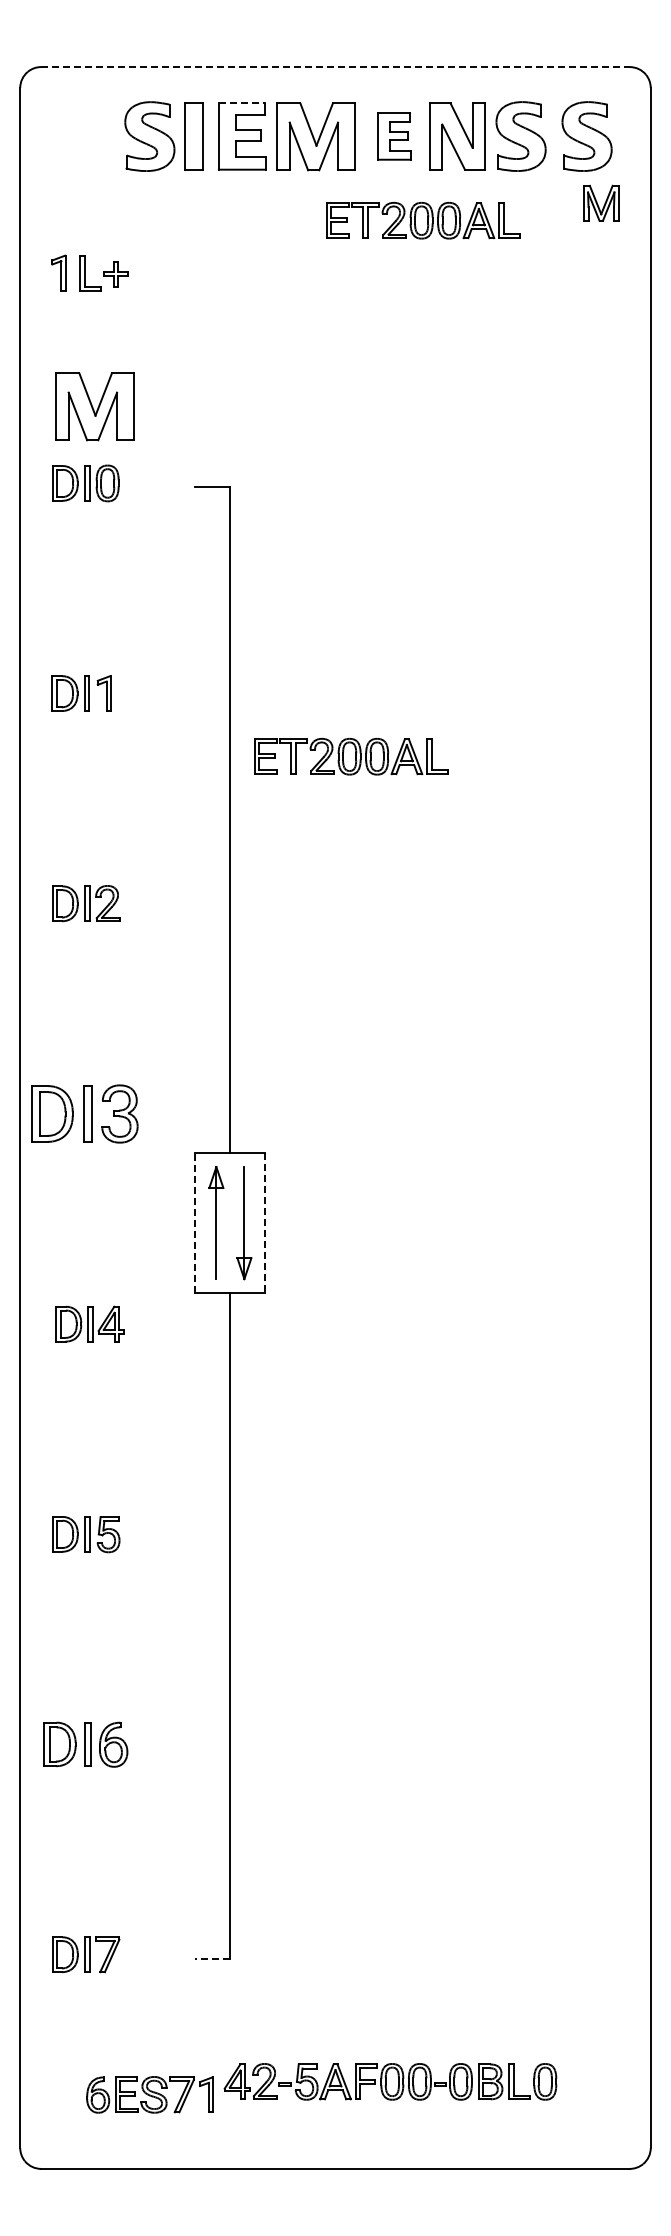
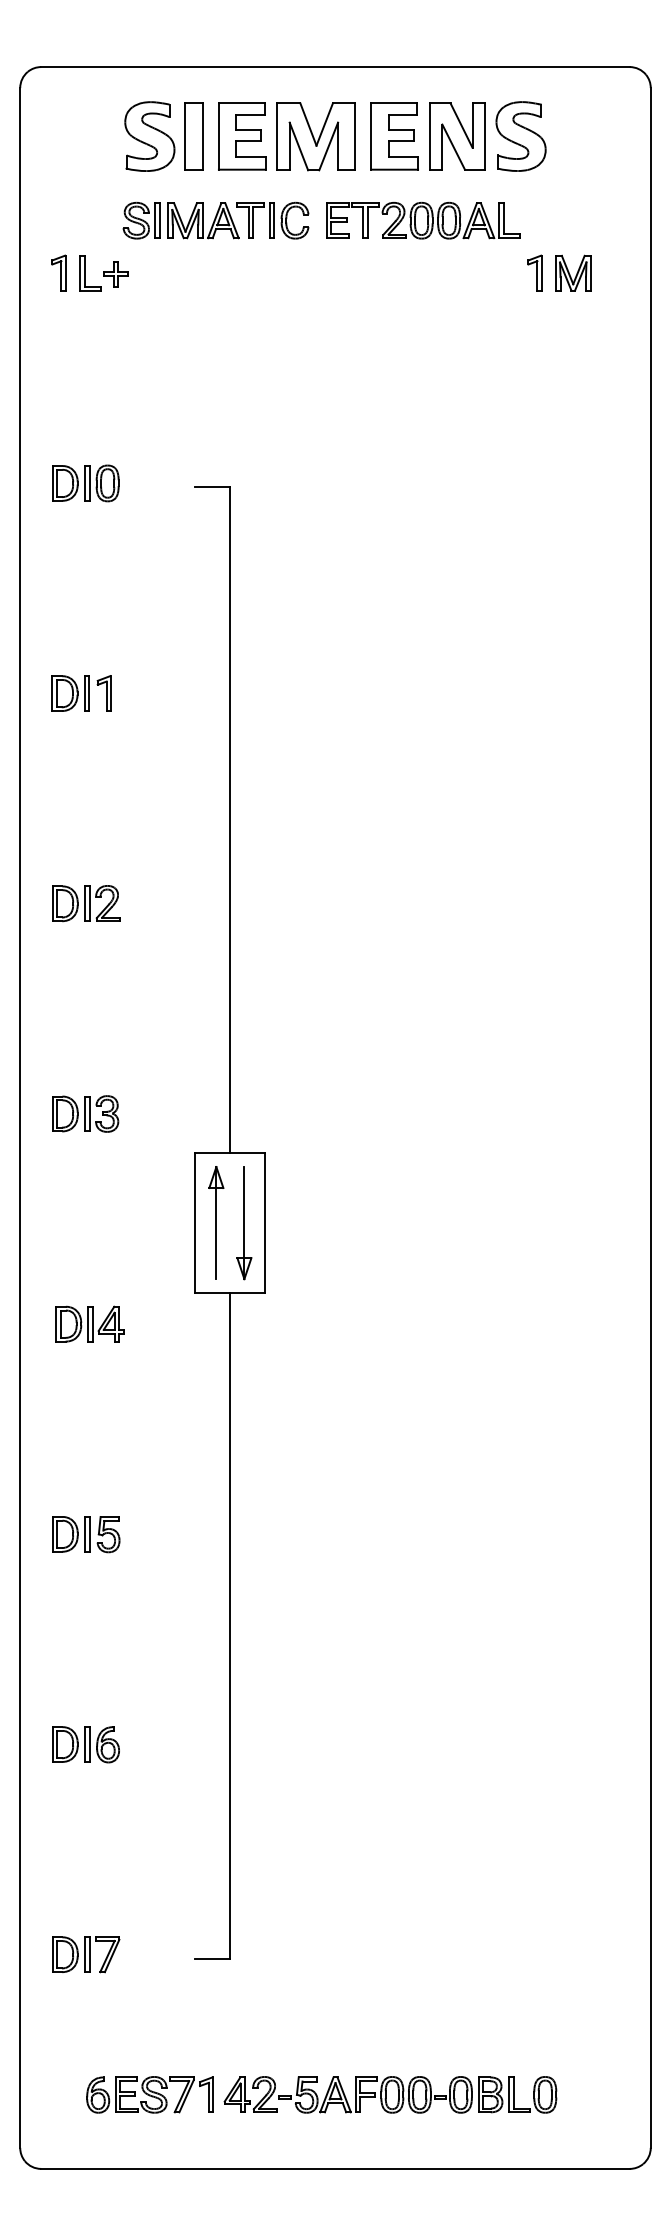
line at (335, 67): dashed -> solid
line at (241, 103): dashed -> solid
part at (394, 136) size: 35x49 px -> 49x69 px
part at (586, 136): present -> none
part at (601, 202) position: (601, 202) -> (573, 272)
part at (215, 220): none -> present
part at (534, 272): none -> present
part at (94, 406): present -> none
part at (351, 756): present -> none
part at (84, 1113) size: 108x60 px -> 68x38 px
line at (195, 1222): dashed -> solid
line at (265, 1223): dashed -> solid
part at (85, 1744) size: 86x47 px -> 68x38 px
line at (212, 1958): dashed -> solid
part at (390, 2081) position: (390, 2081) -> (390, 2094)
